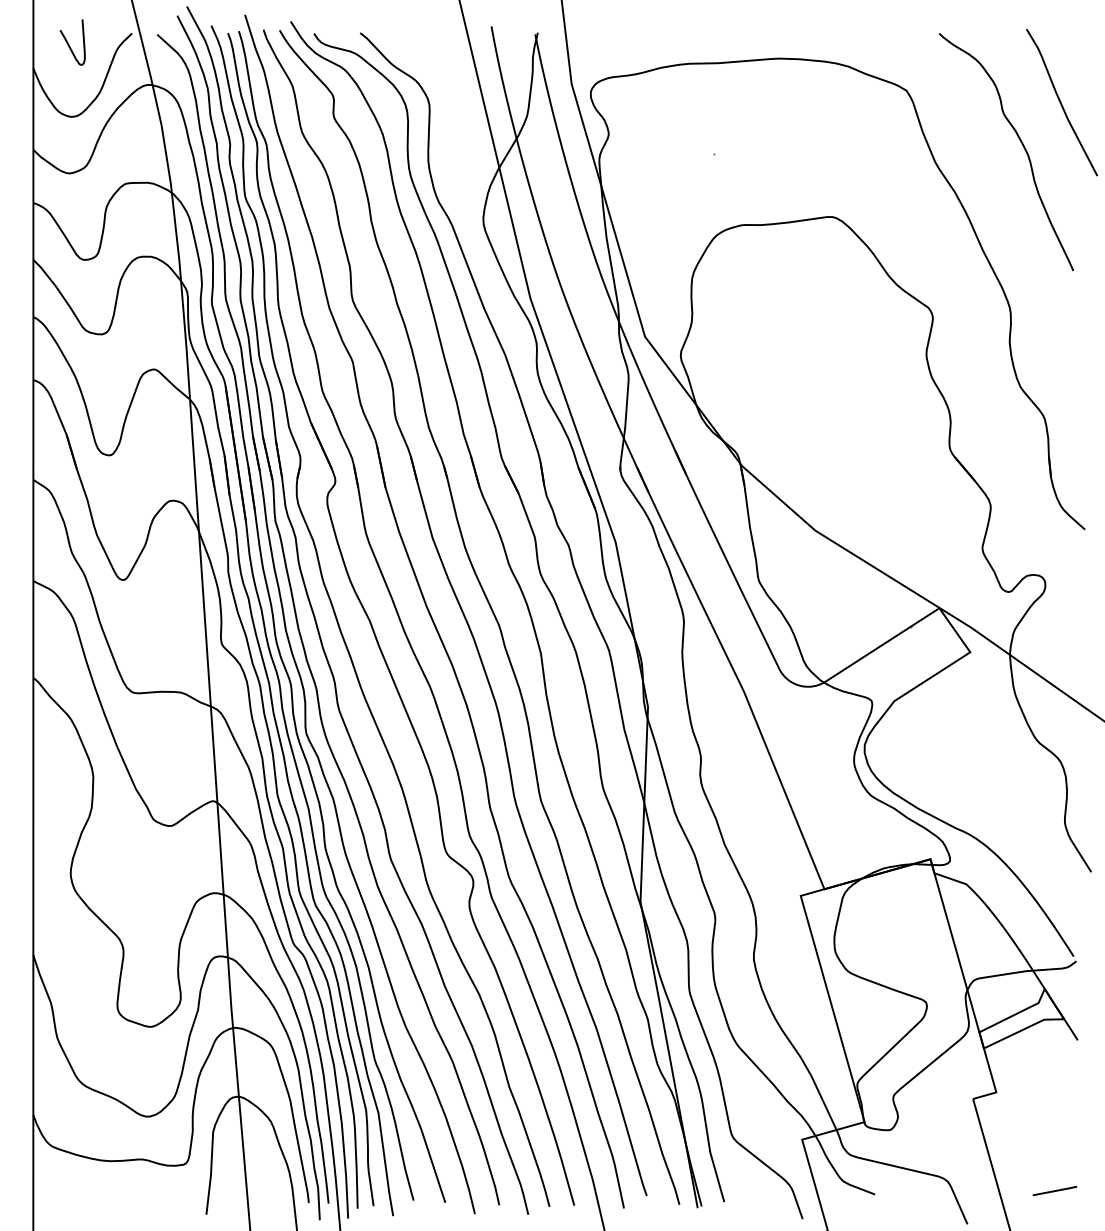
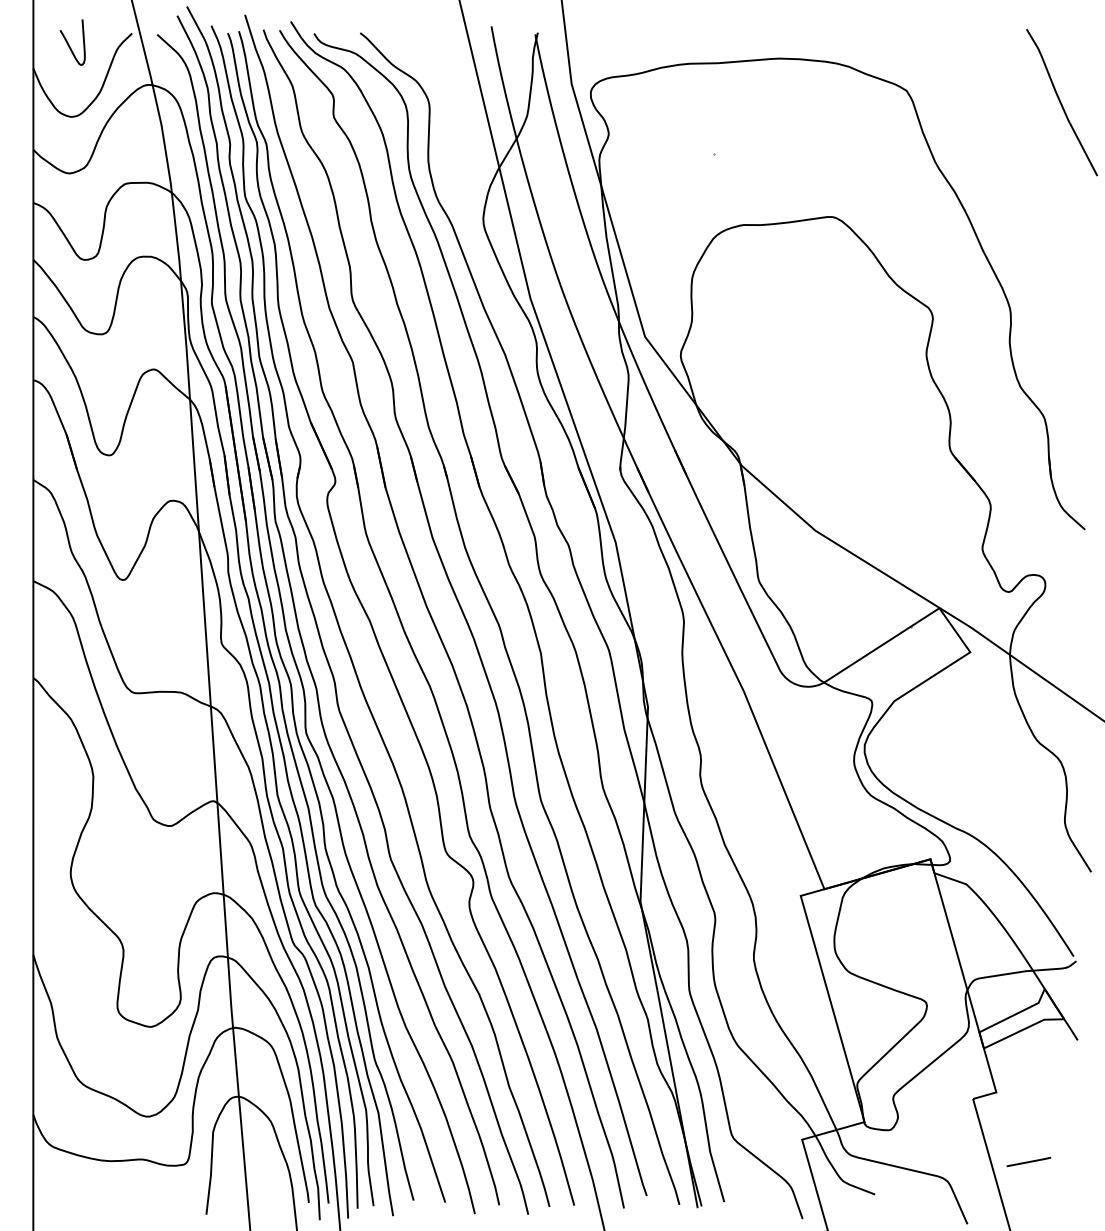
curve at (1021, 144): present -> none
line at (1054, 1190) position: (1054, 1190) -> (1028, 1161)
